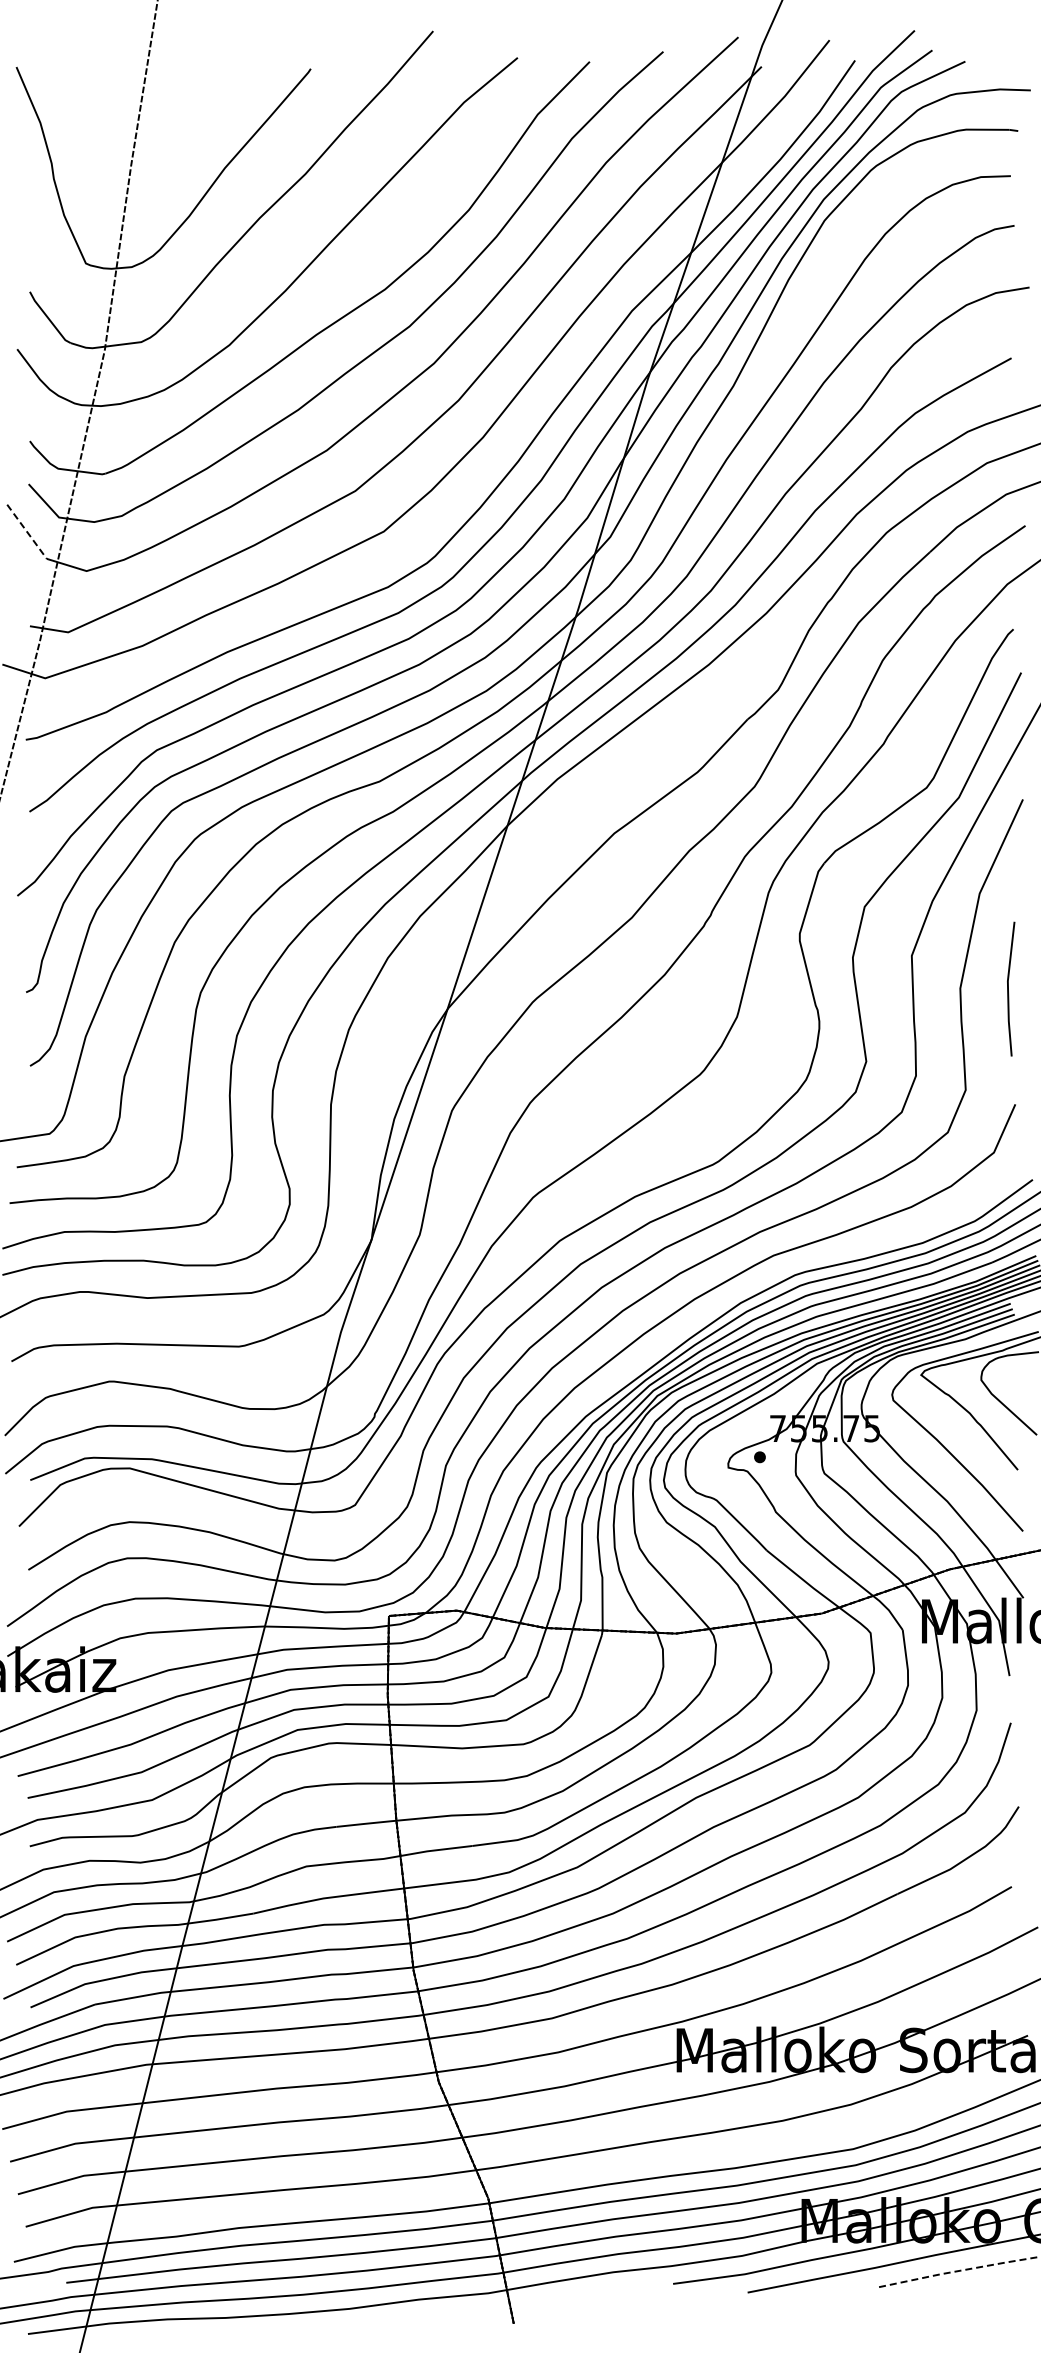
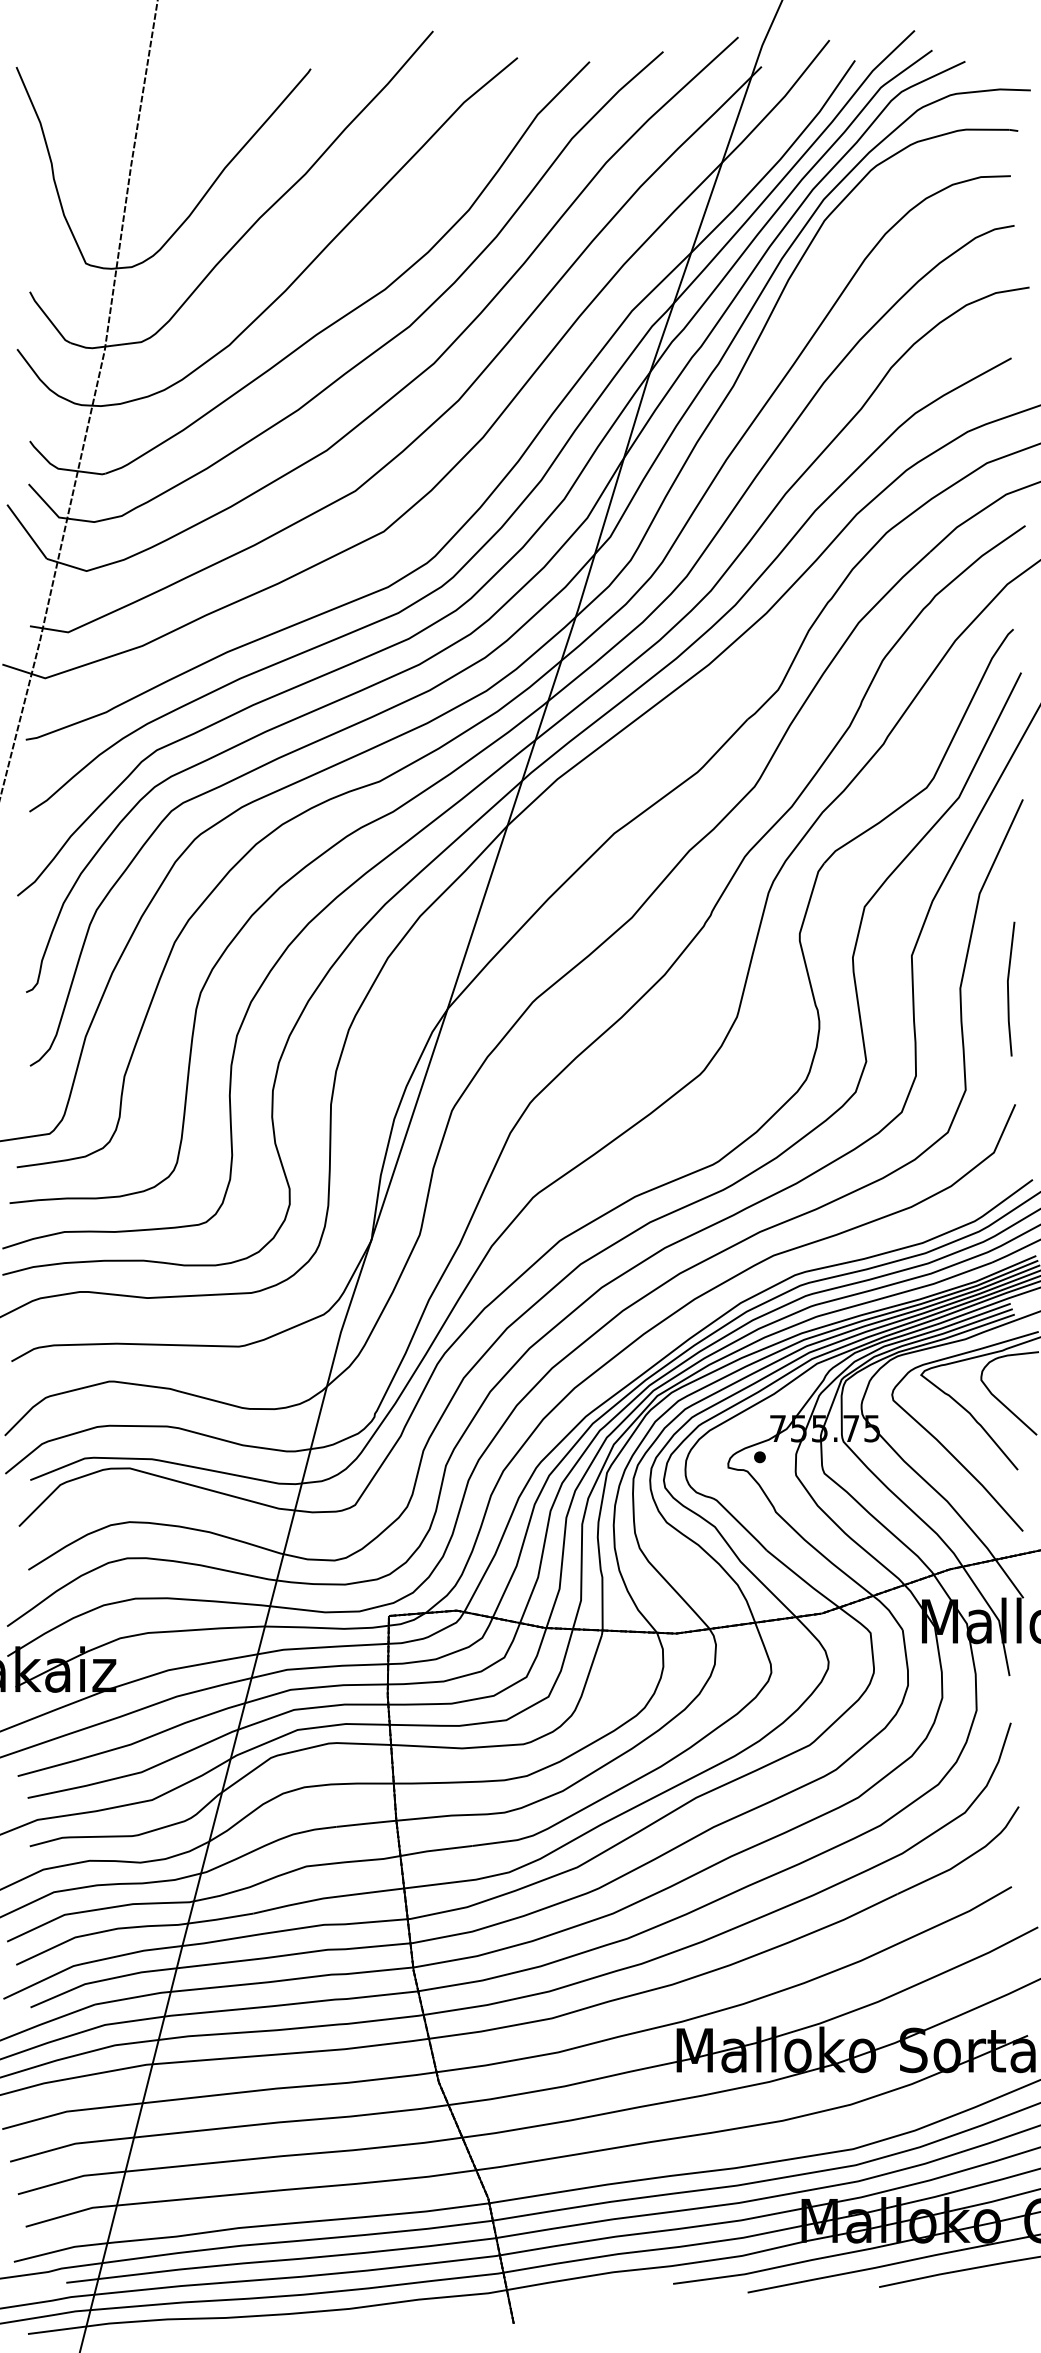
line at (27, 531): dashed -> solid
line at (959, 2270): dashed -> solid
